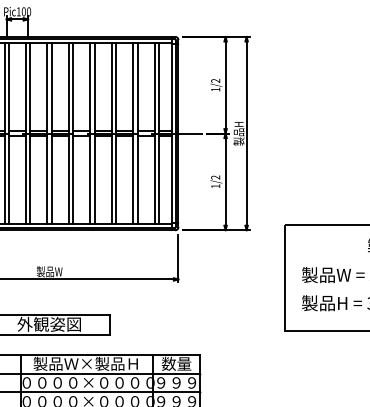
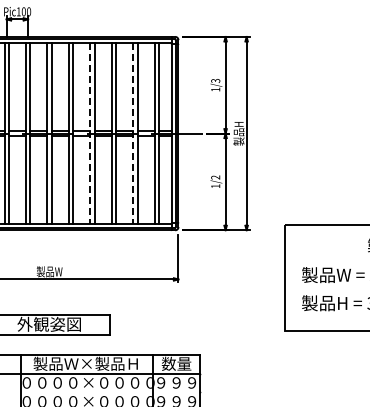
text at (216, 80): 1/2 -> 1/3
line at (90, 134): solid -> dashed
line at (133, 134): solid -> dashed
line at (101, 392): present -> none
